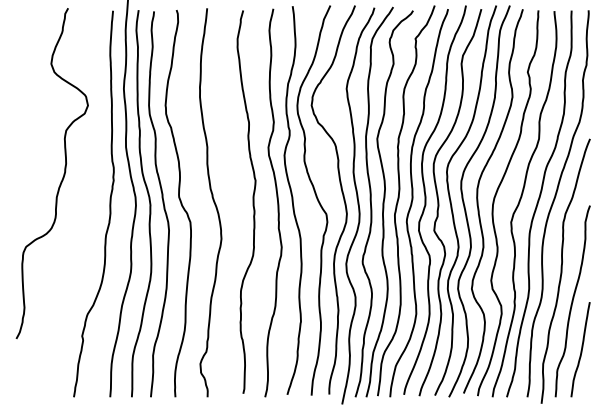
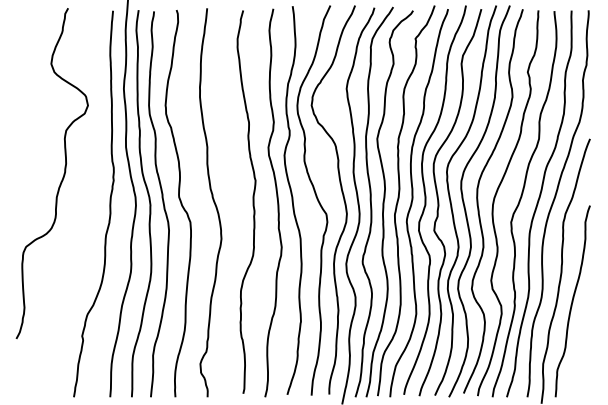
curve at (581, 349): present -> none
